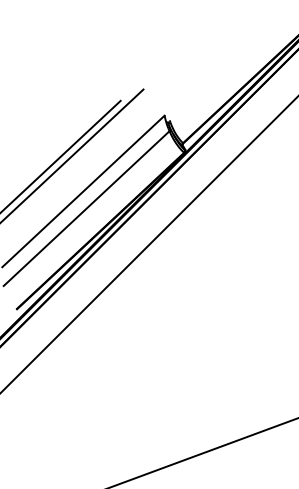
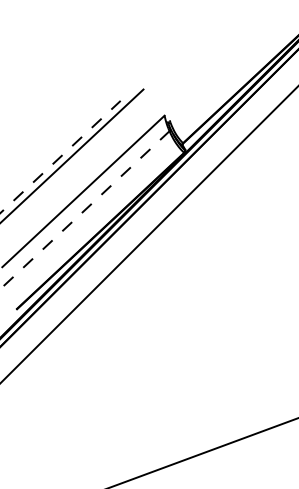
line at (60, 156): solid -> dashed
line at (87, 208): solid -> dashed
line at (148, 245) position: (148, 245) -> (148, 235)
